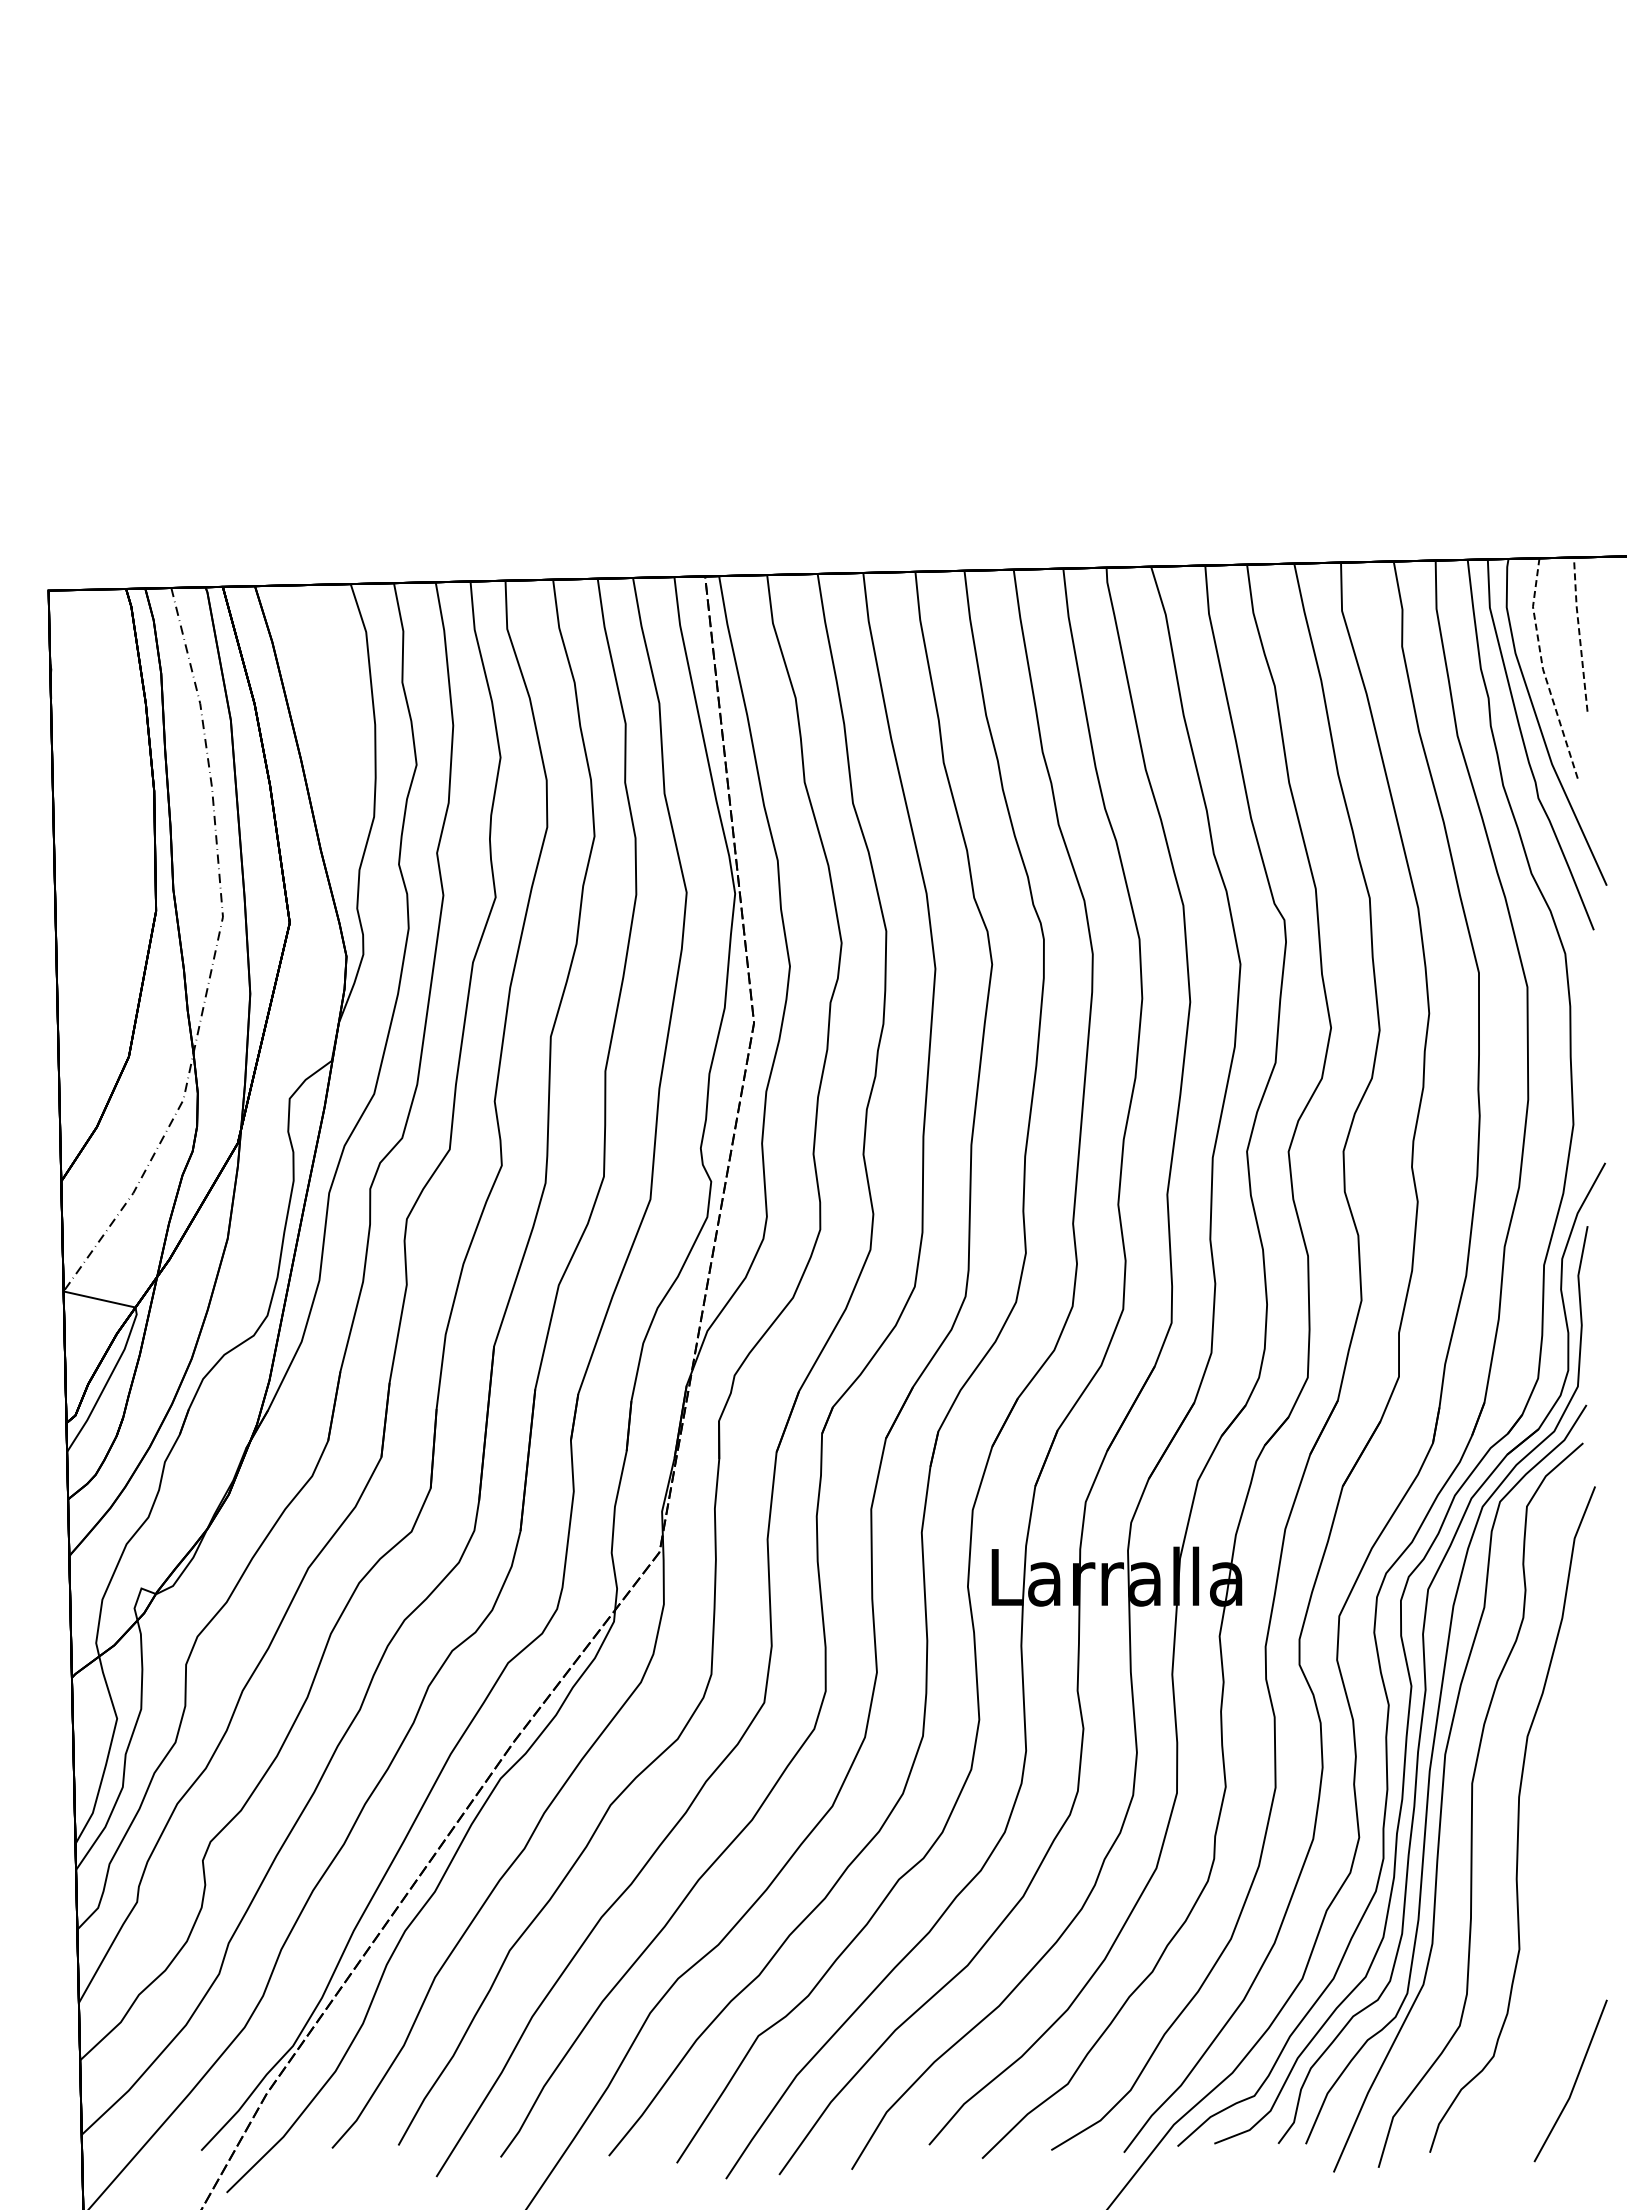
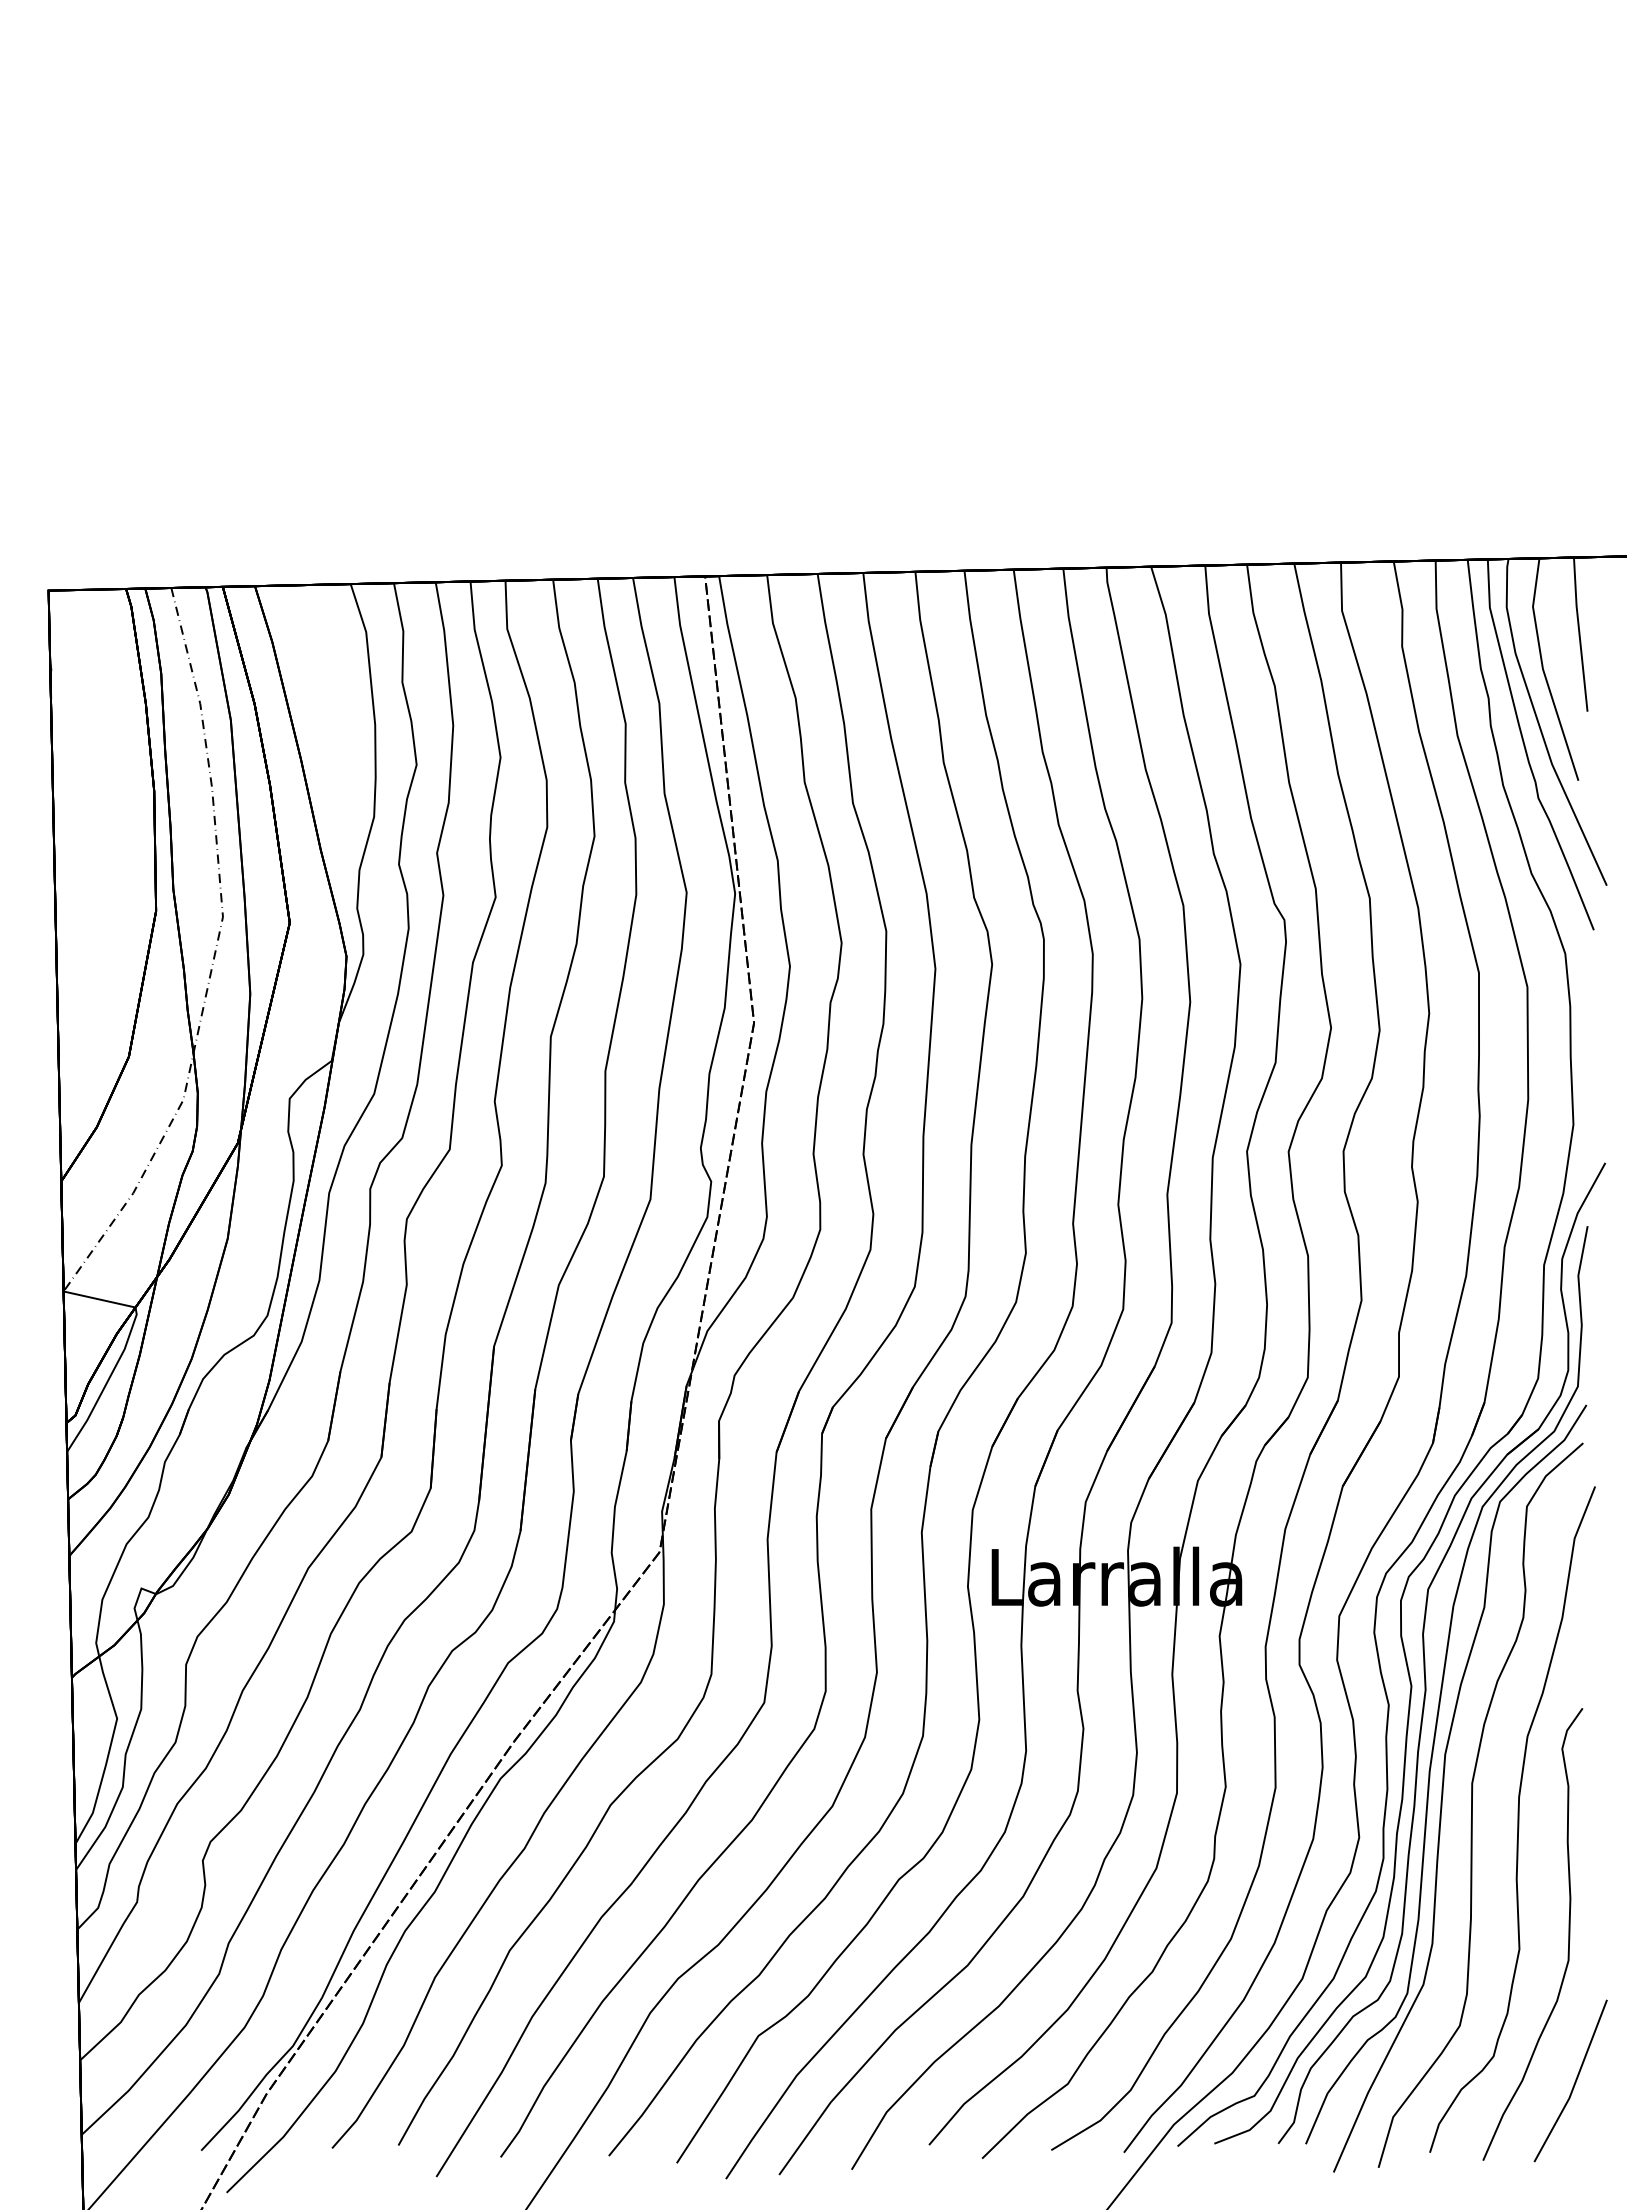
line at (1579, 633): dashed -> solid
line at (1543, 671): dashed -> solid
curve at (1568, 1934): none -> present
